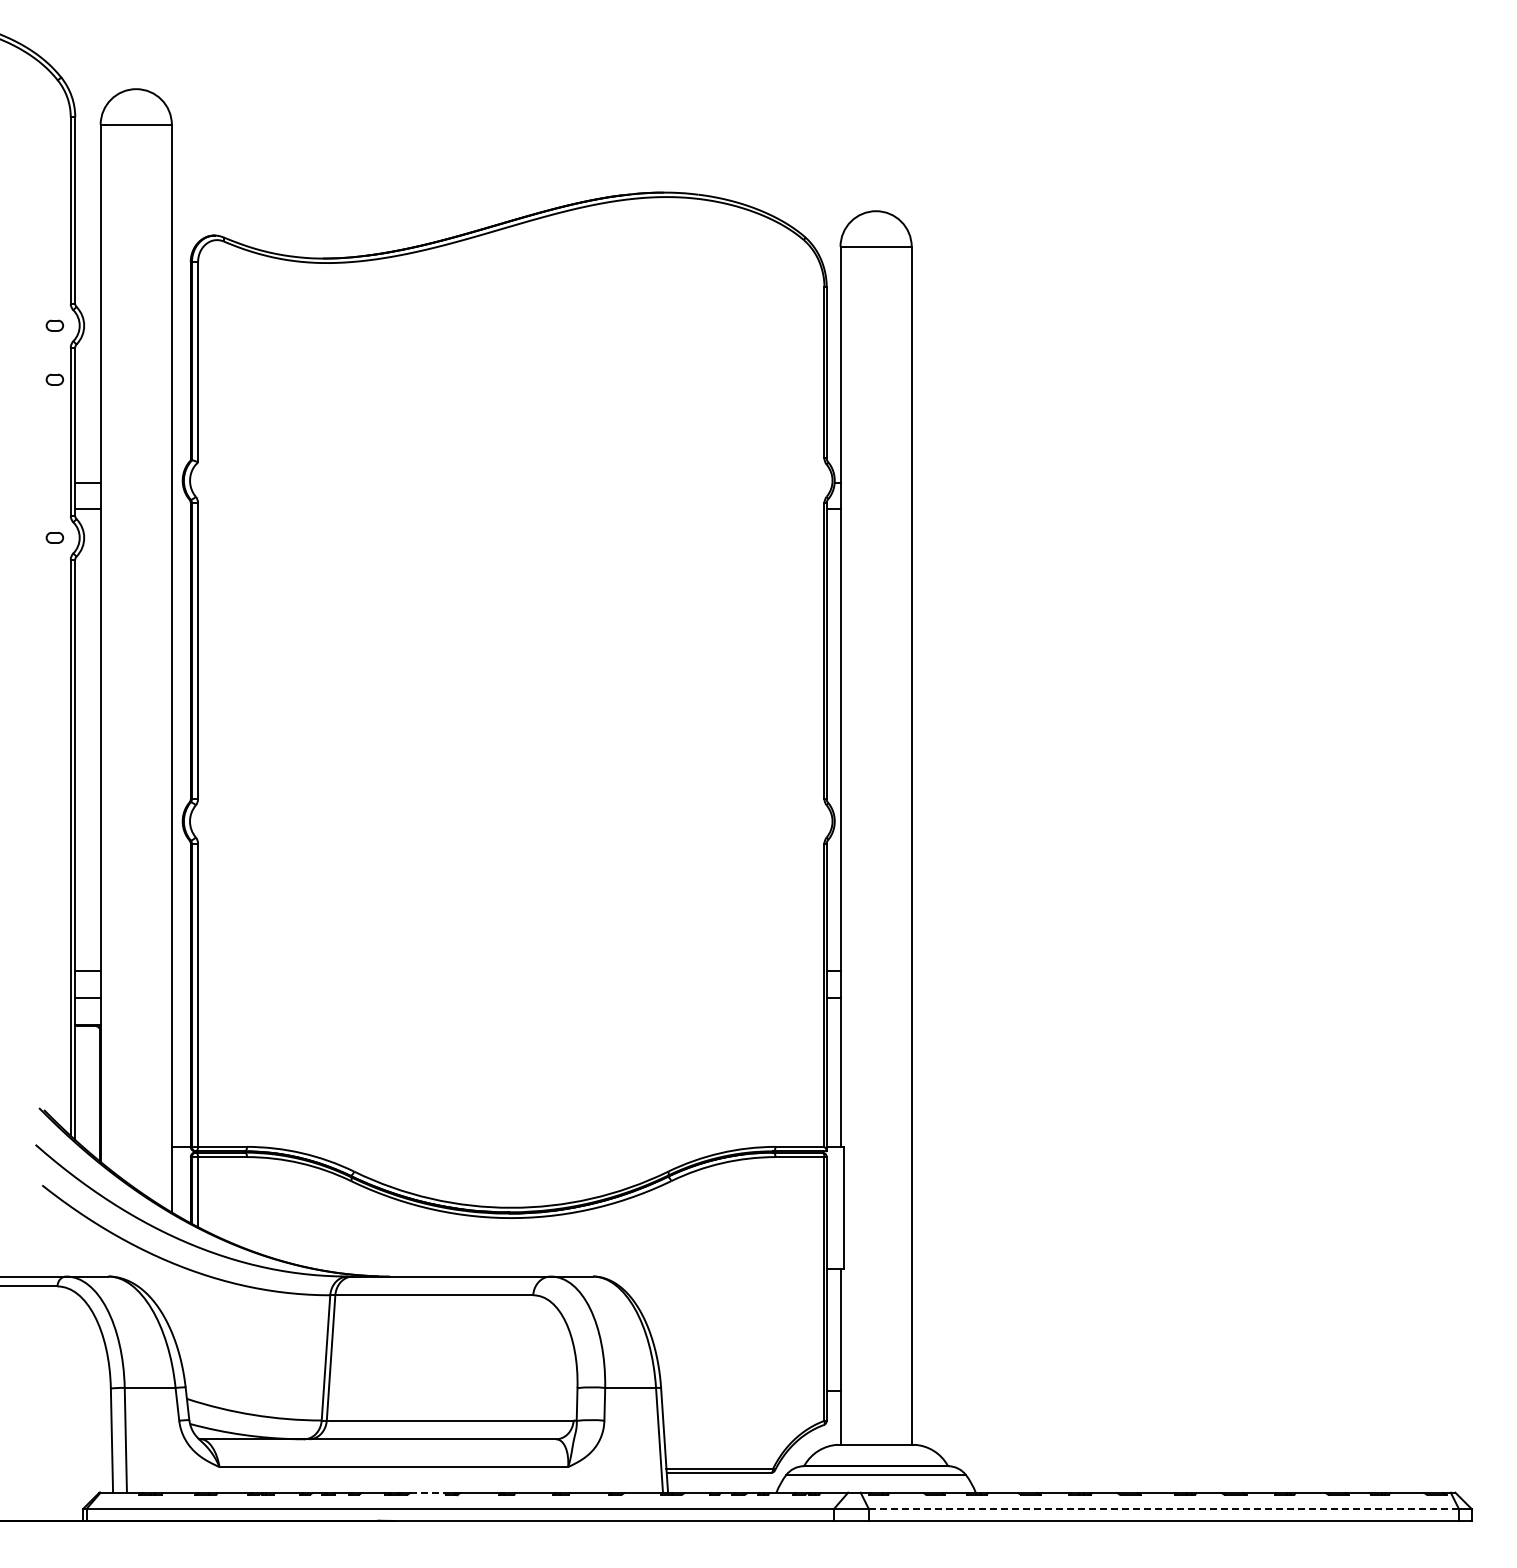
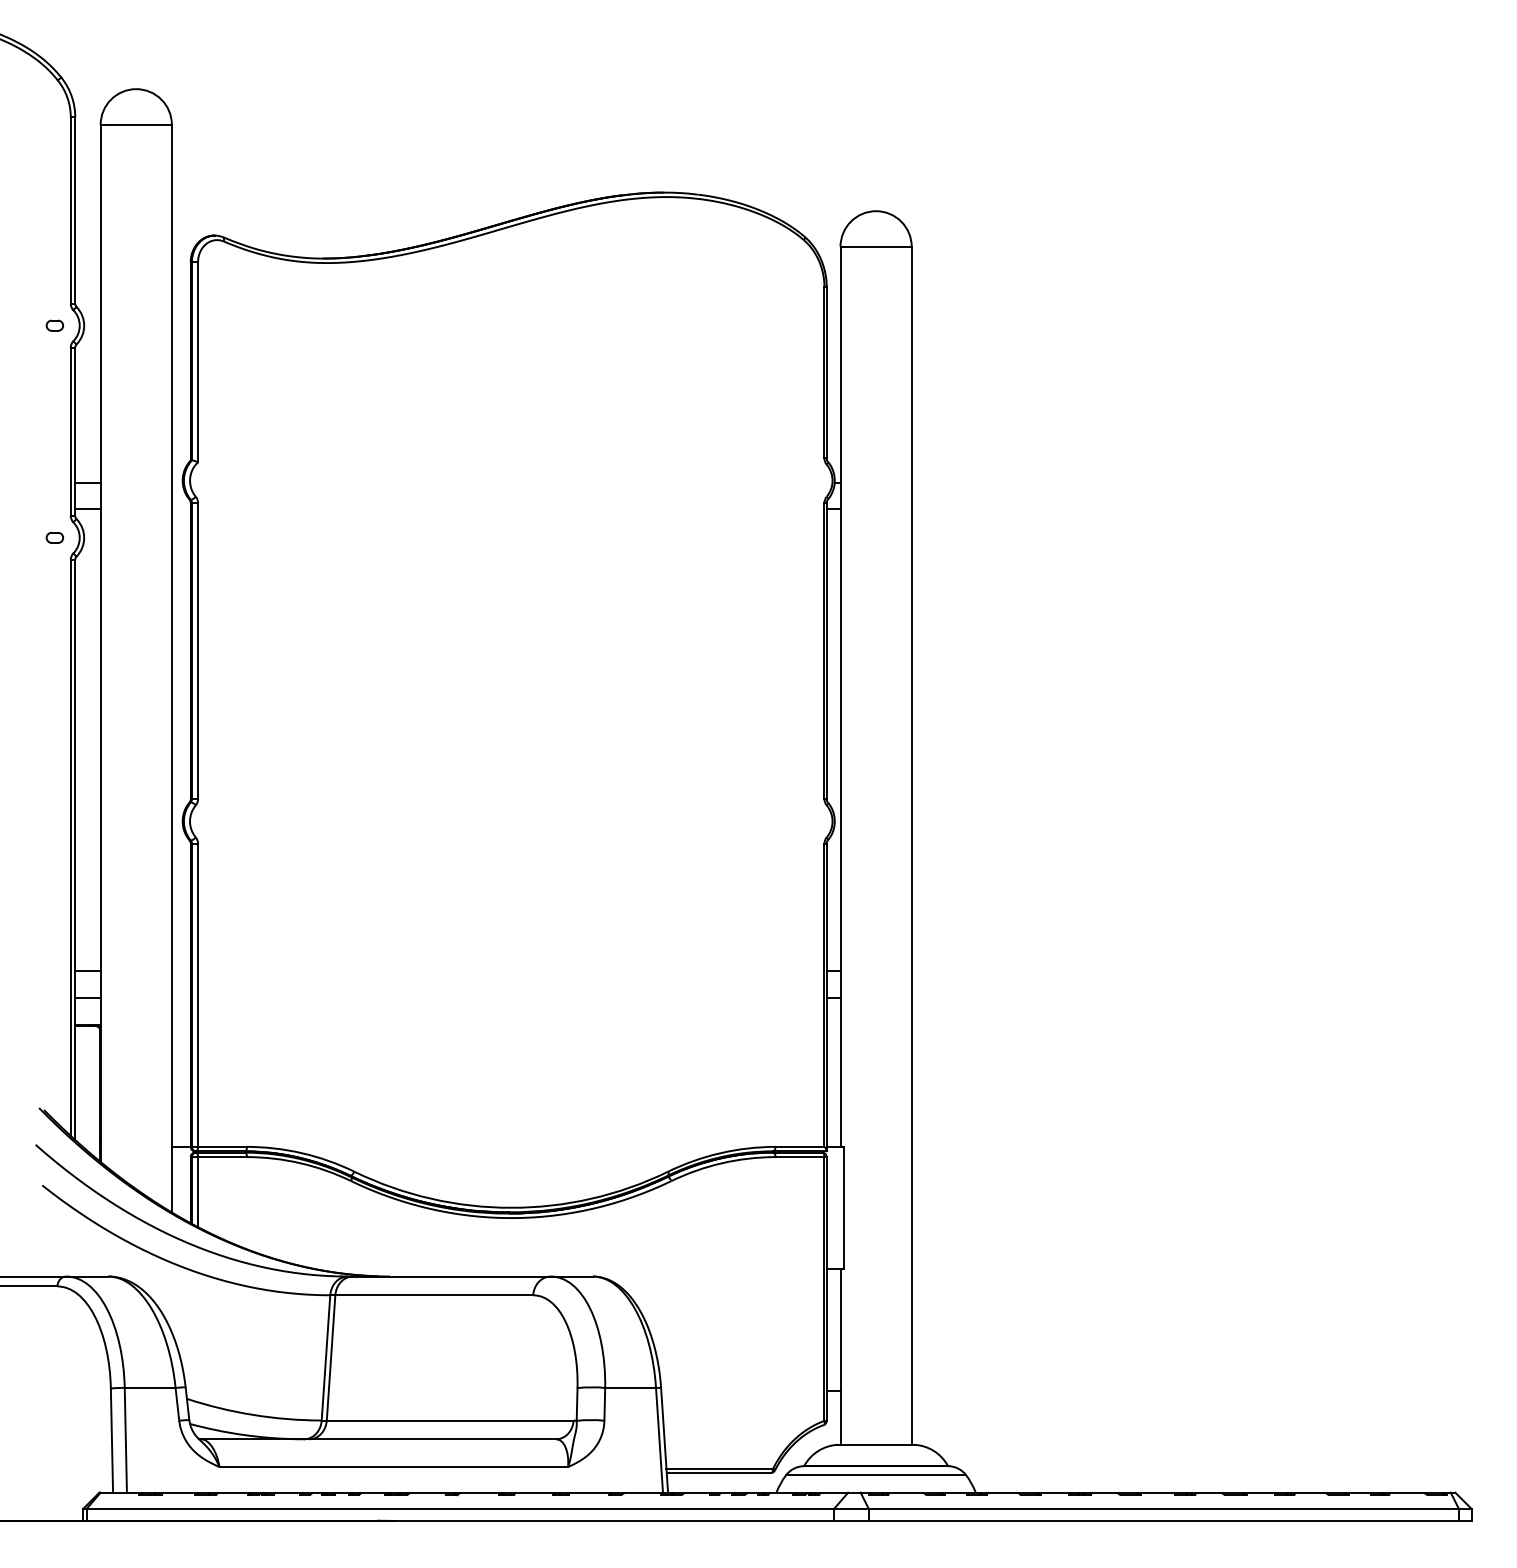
part at (54, 379): present -> none
line at (428, 1492): dashed -> solid
line at (1163, 1508): dashed -> solid
